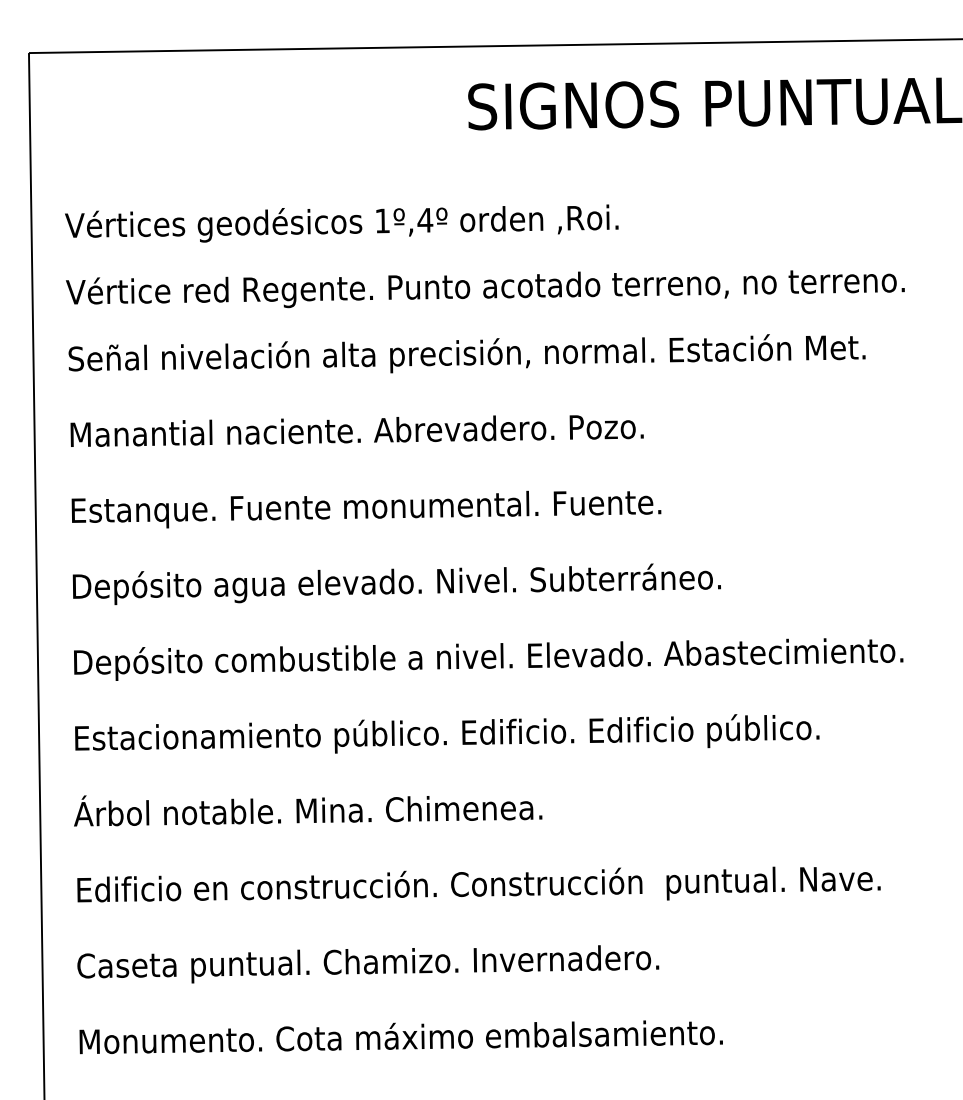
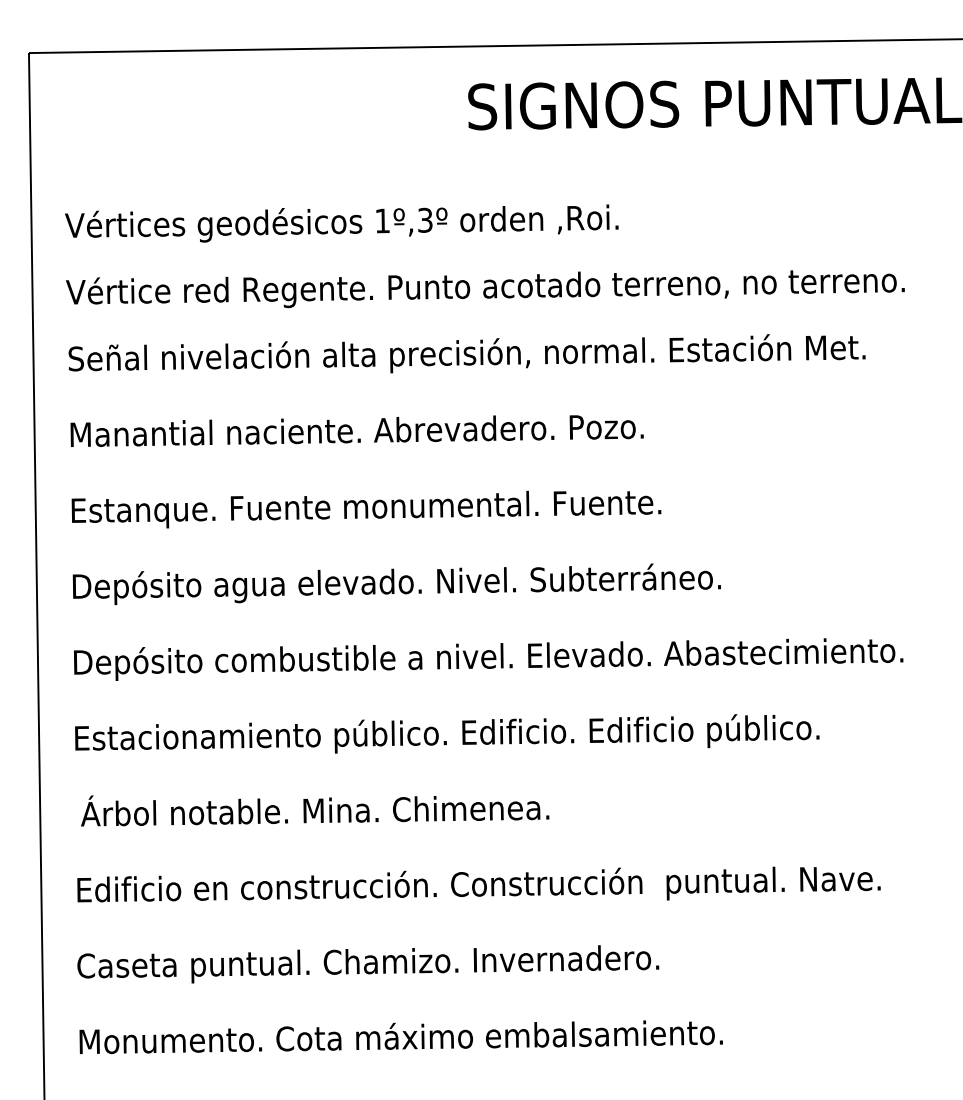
text at (425, 219): 1º,4º -> 1º,3º
text at (308, 810) position: (308, 810) -> (315, 810)
